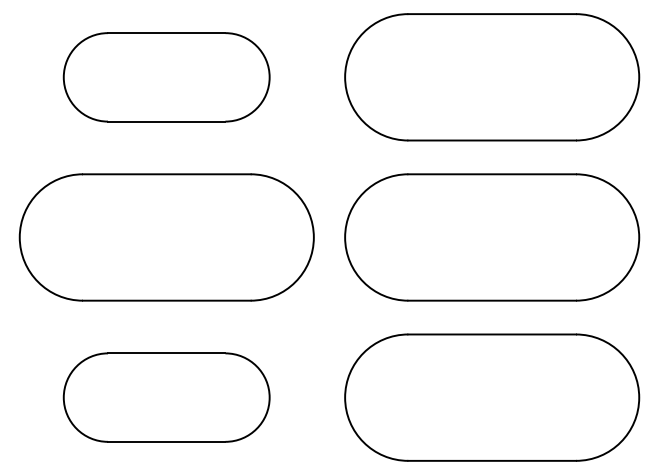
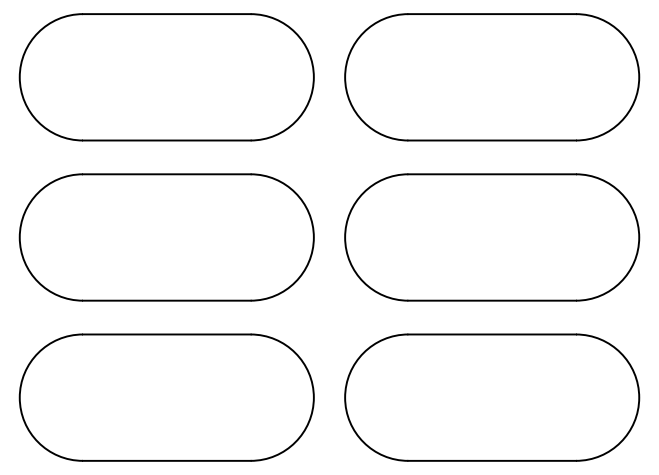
part at (166, 77) size: 209x91 px -> 297x129 px
part at (166, 397) size: 209x91 px -> 297x129 px
